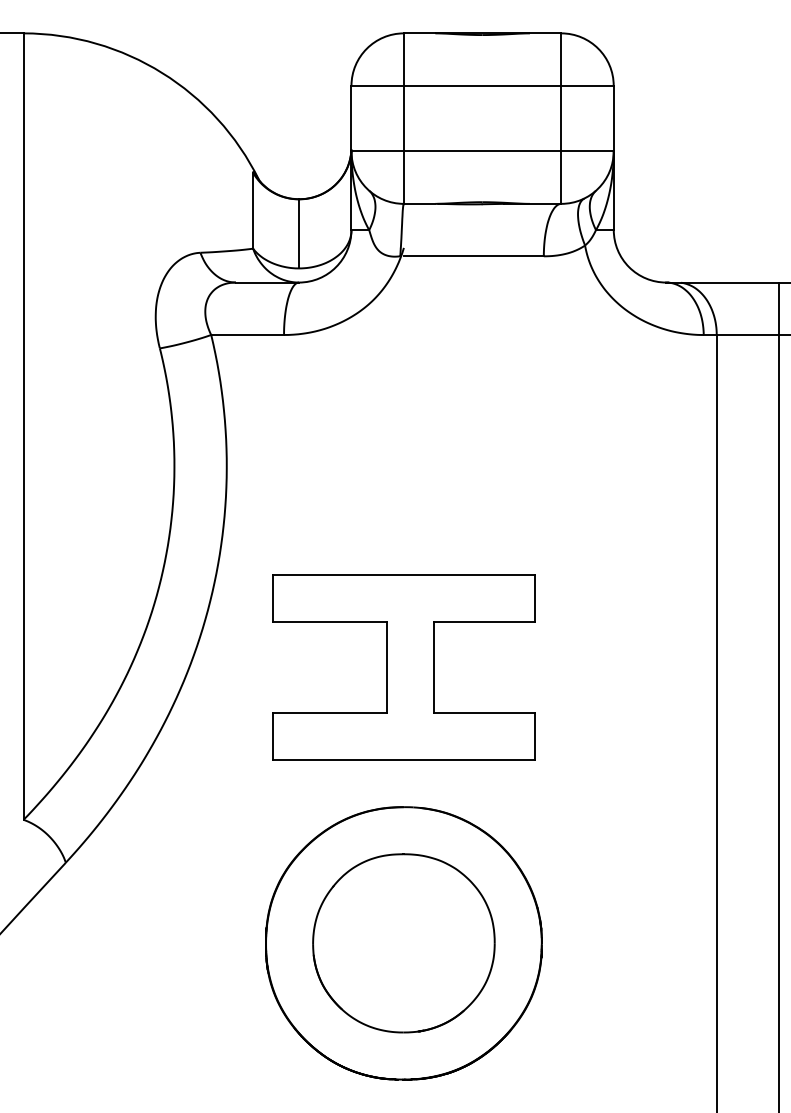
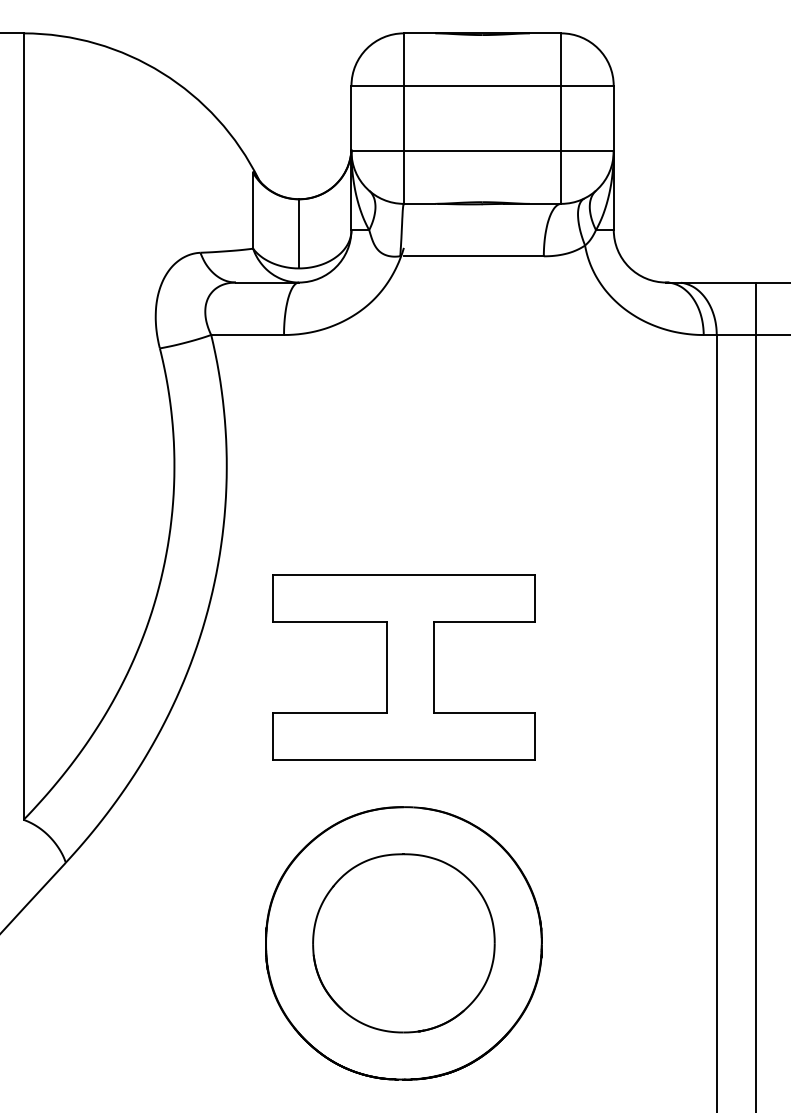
line at (778, 695) position: (778, 695) -> (755, 695)
